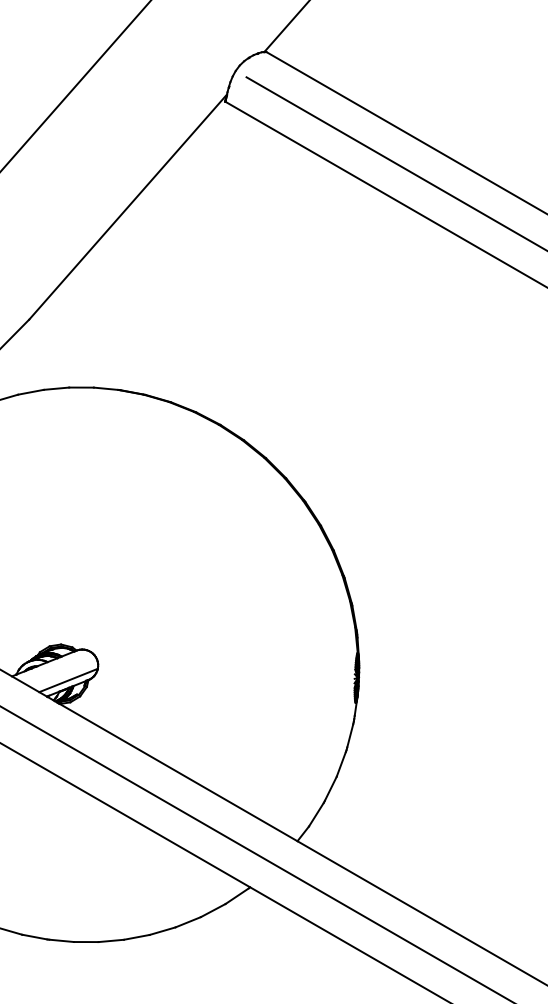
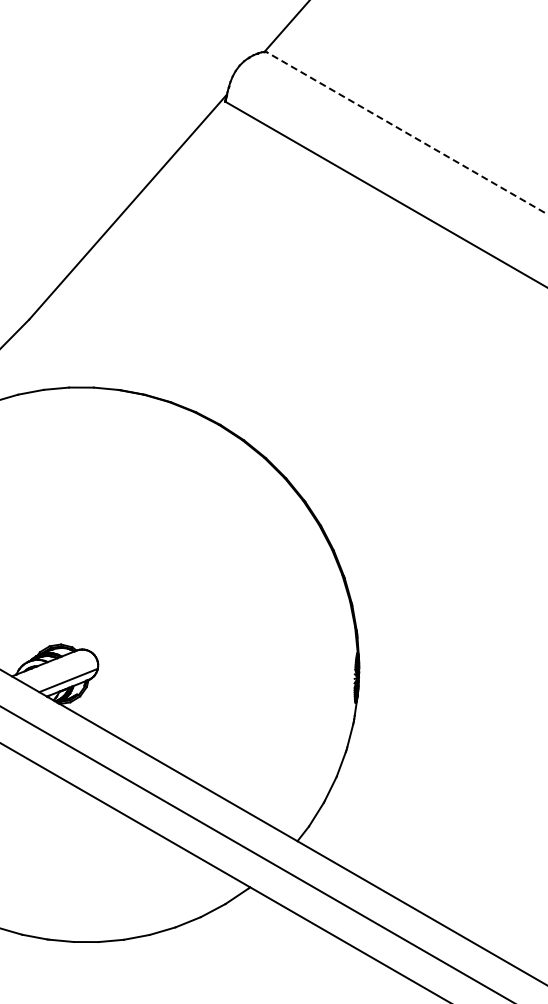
line at (75, 85): present -> none
line at (406, 133): solid -> dashed
line at (395, 163): present -> none
